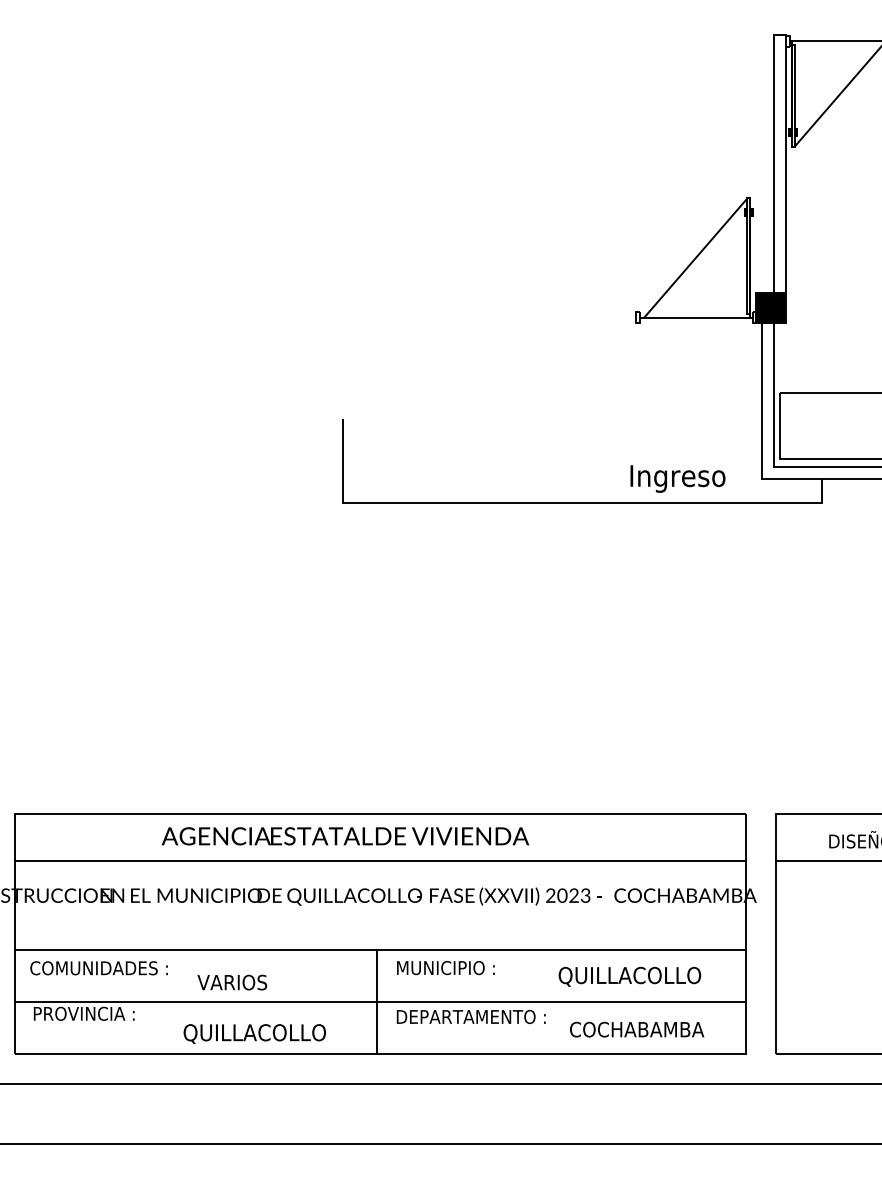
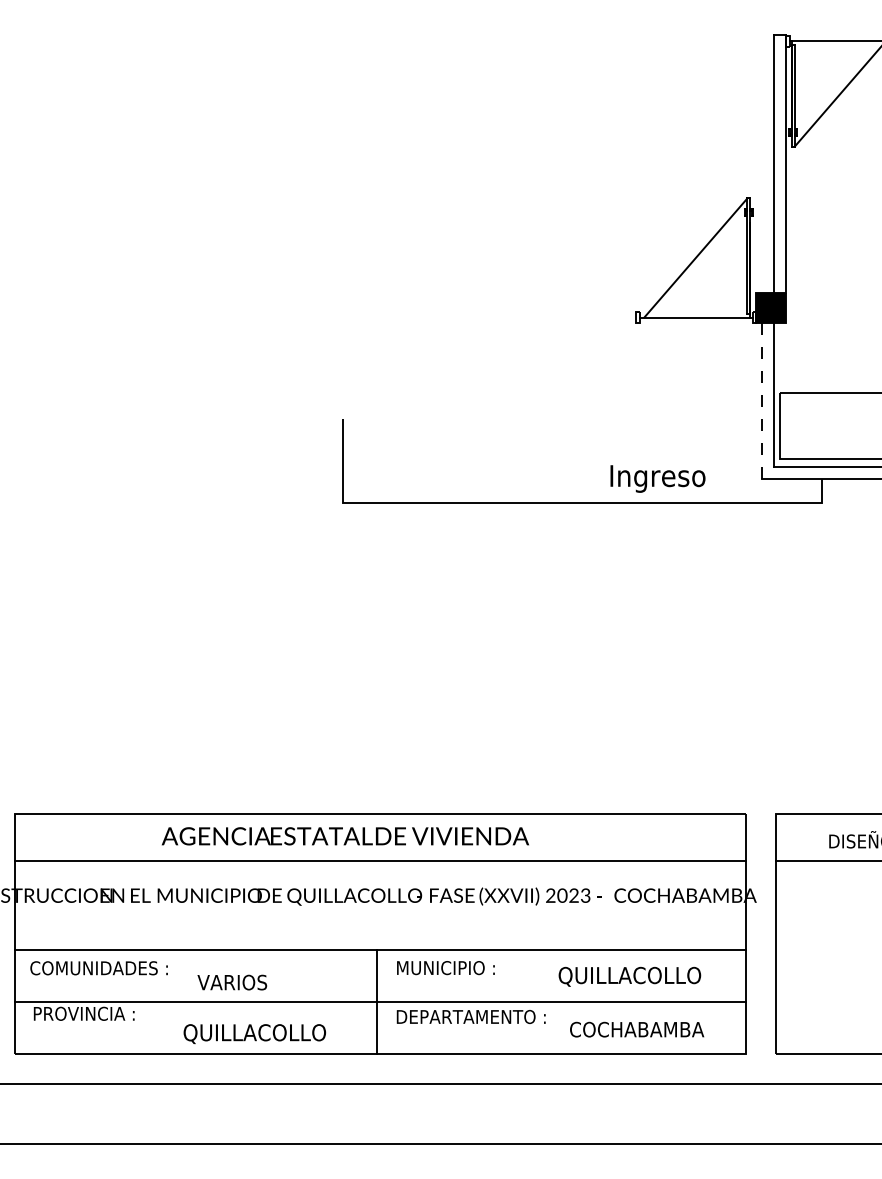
line at (762, 400): solid -> dashed
text at (677, 478) position: (677, 478) -> (657, 478)
